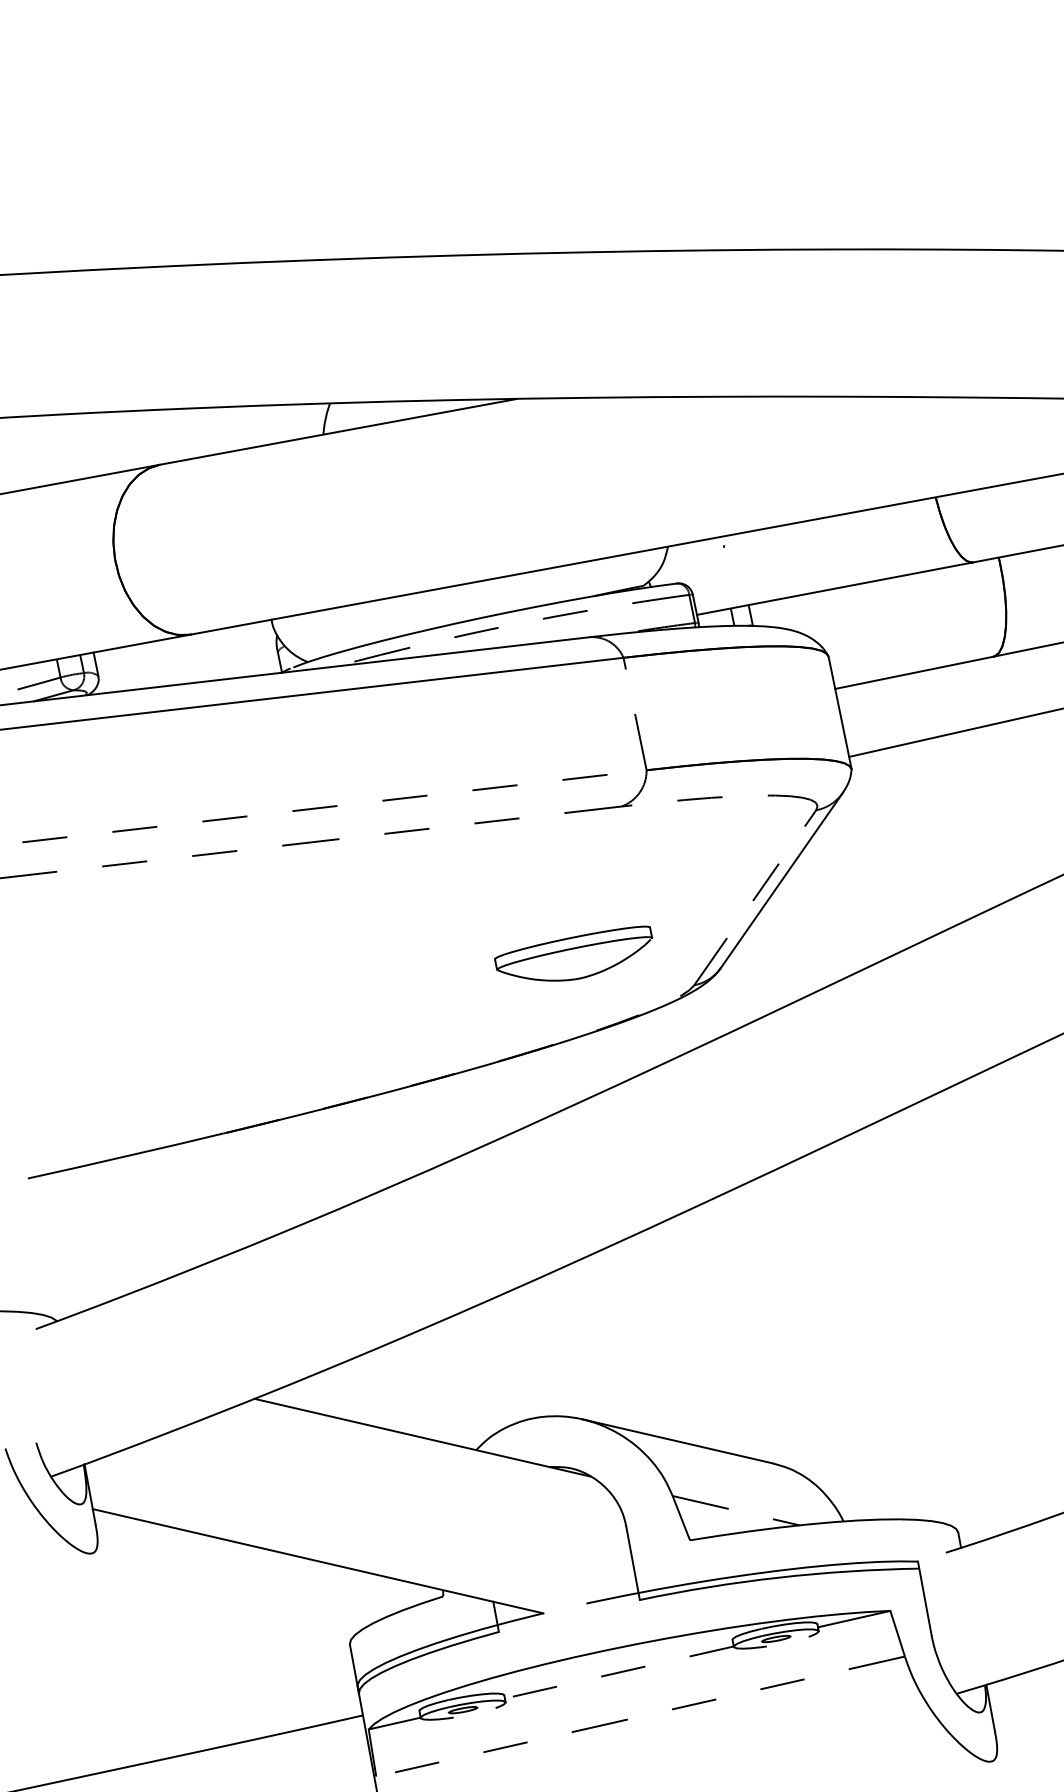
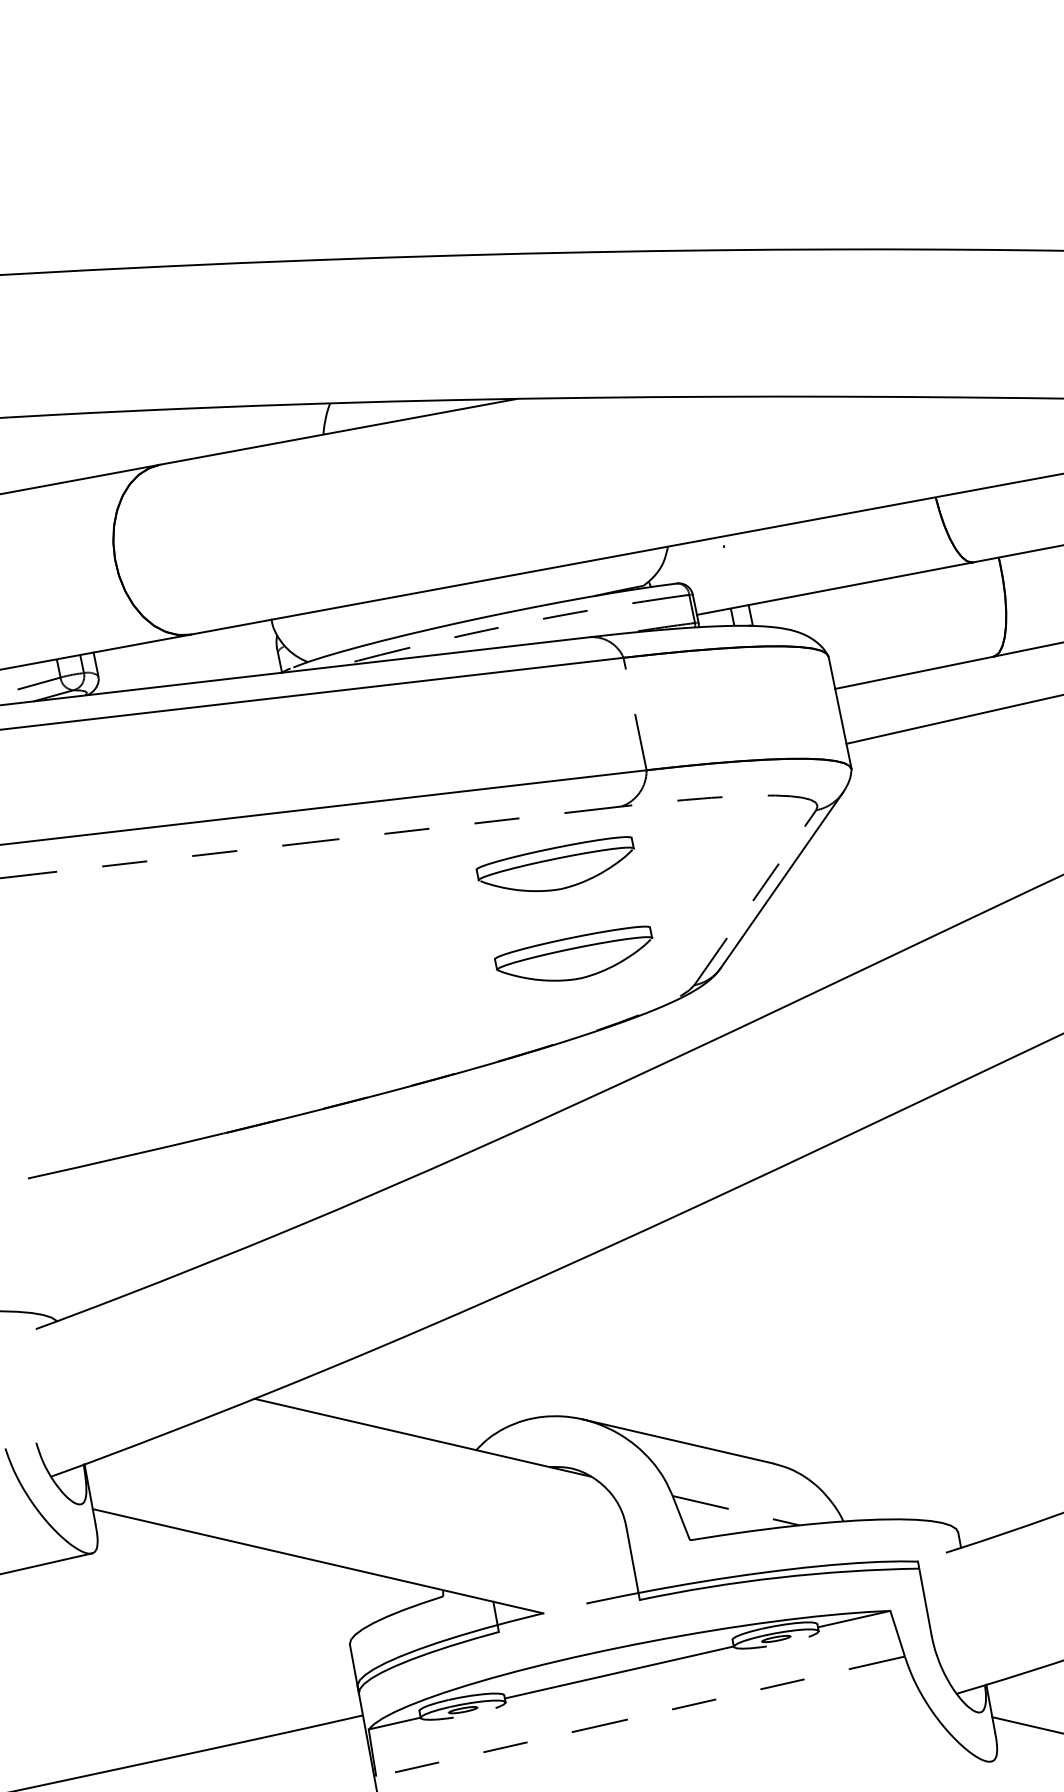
line at (954, 732) position: (954, 732) -> (953, 719)
line at (323, 807): dashed -> solid
part at (554, 863): none -> present
line at (47, 1563): none -> present
line at (618, 1672): dashed -> solid
line at (1026, 1724): none -> present
